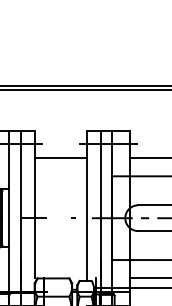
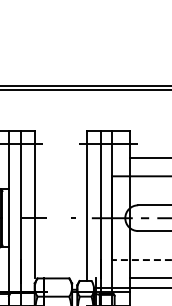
line at (60, 158): present -> none
line at (141, 260): solid -> dashed
